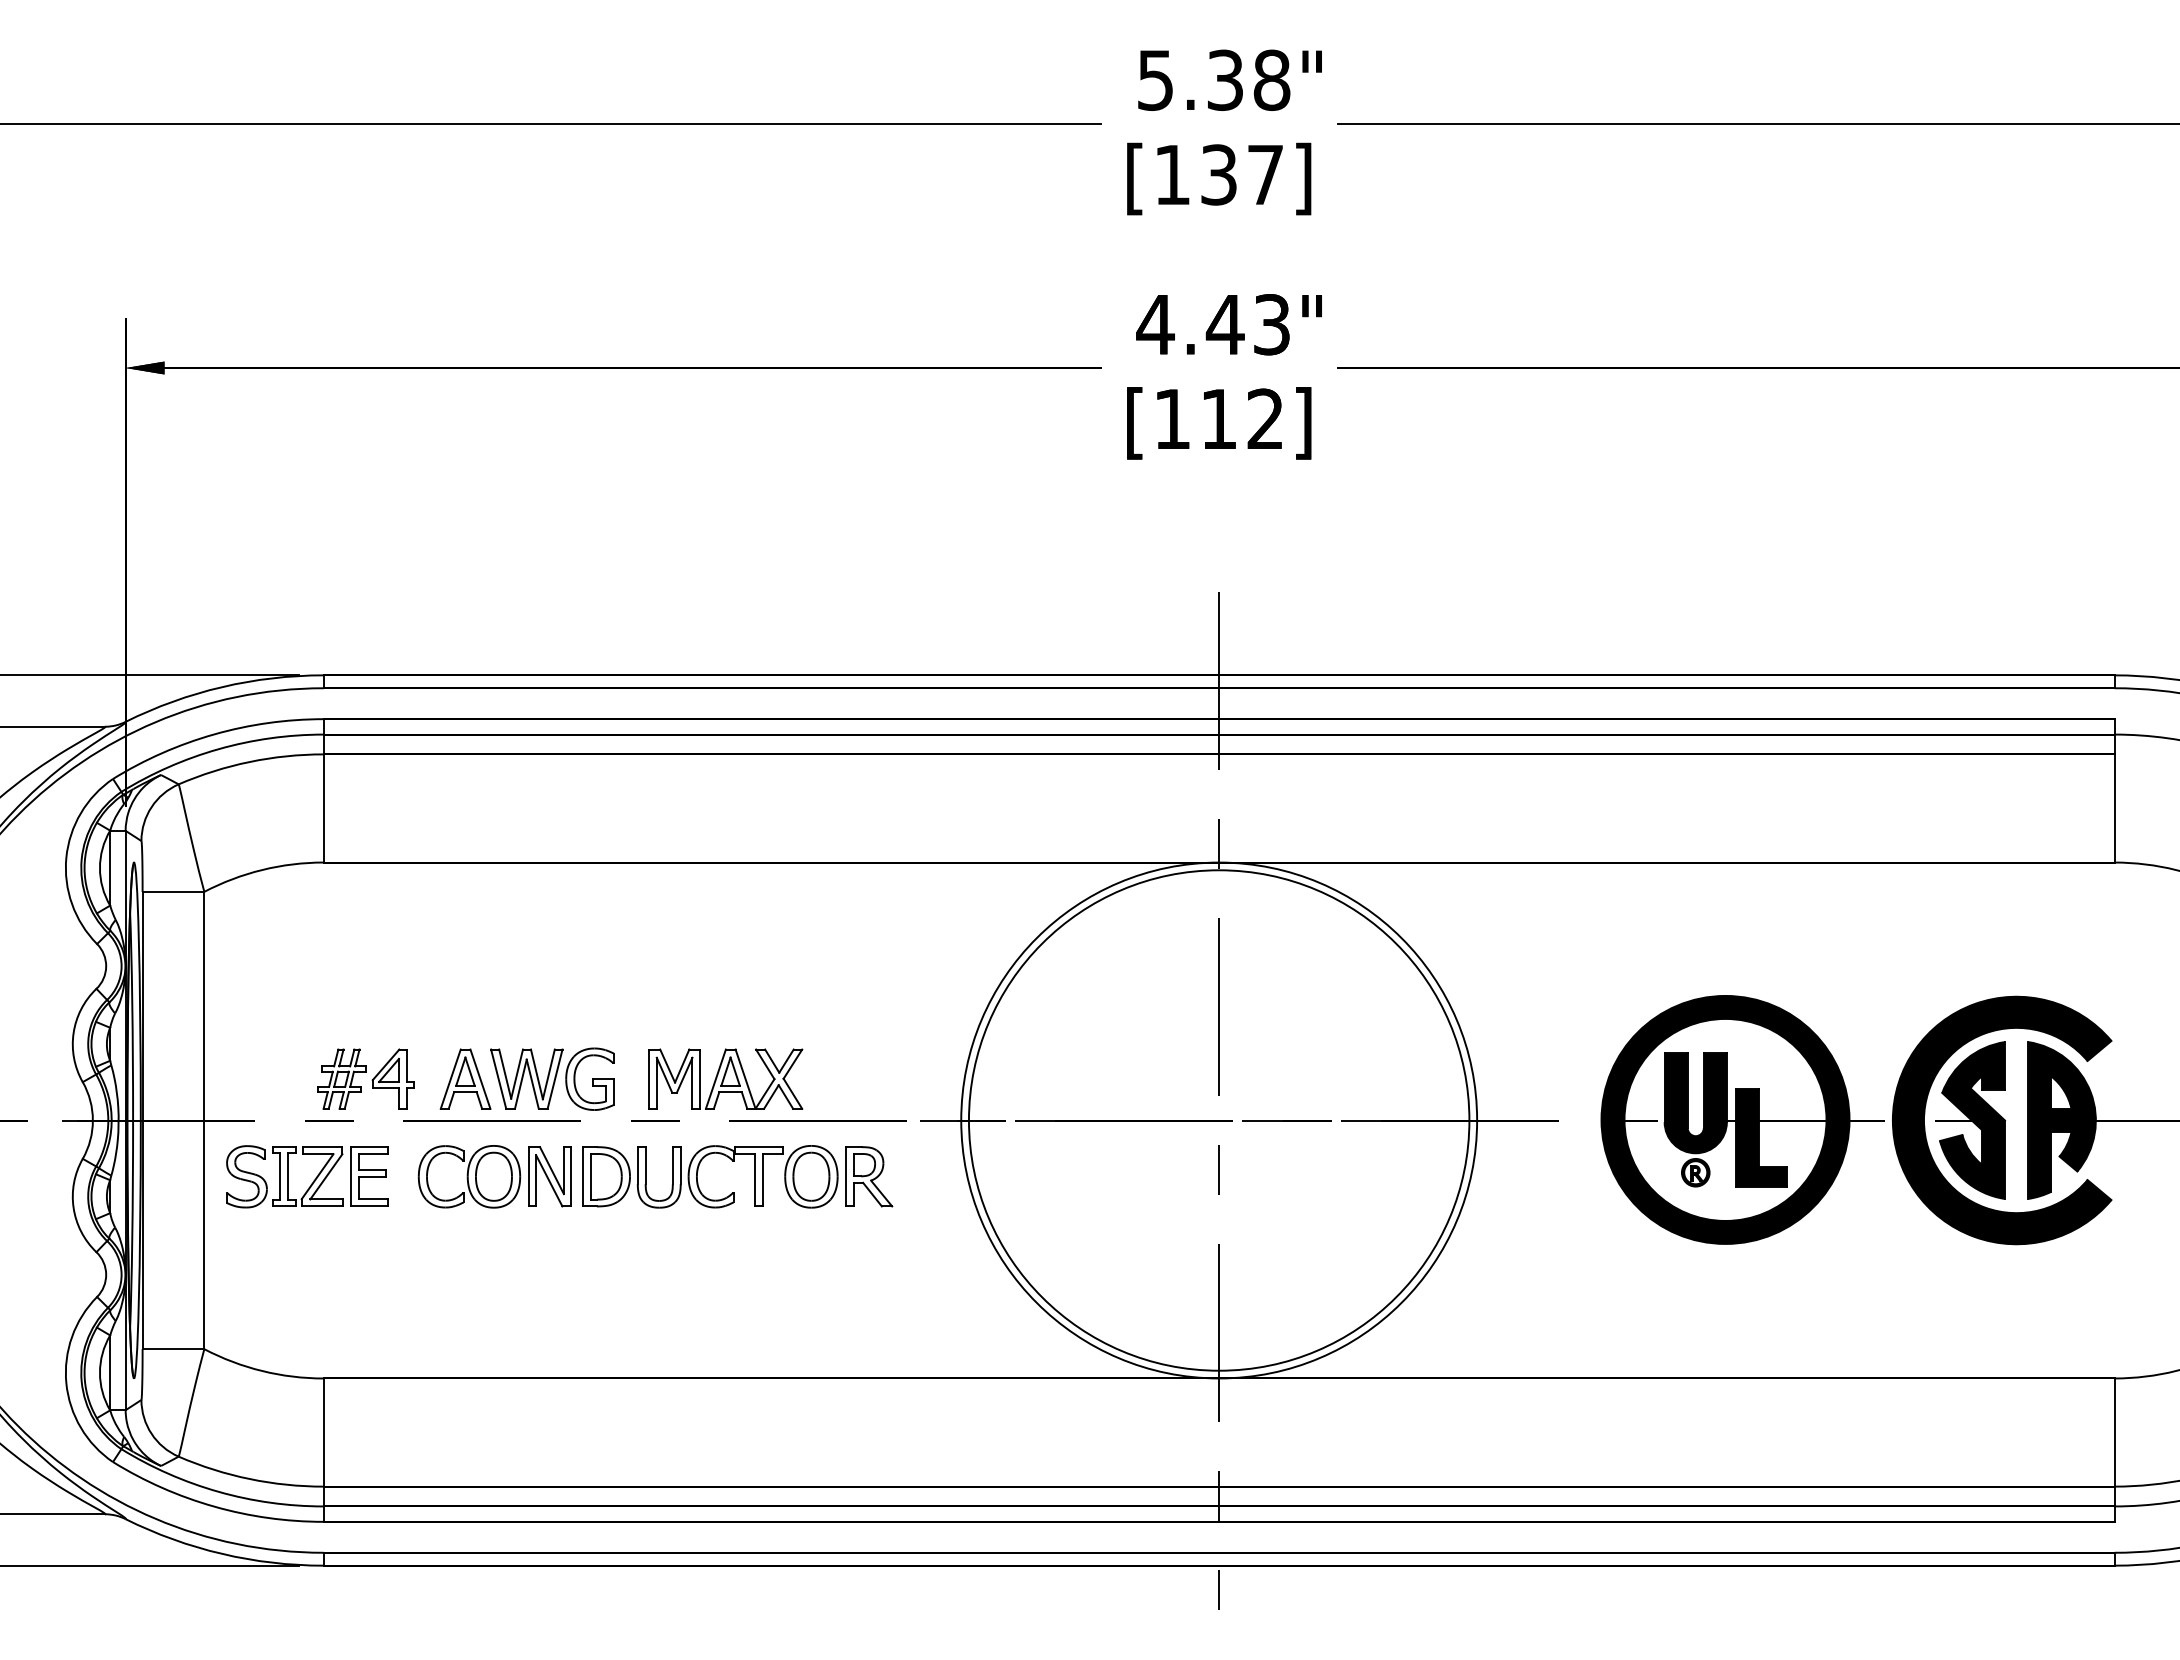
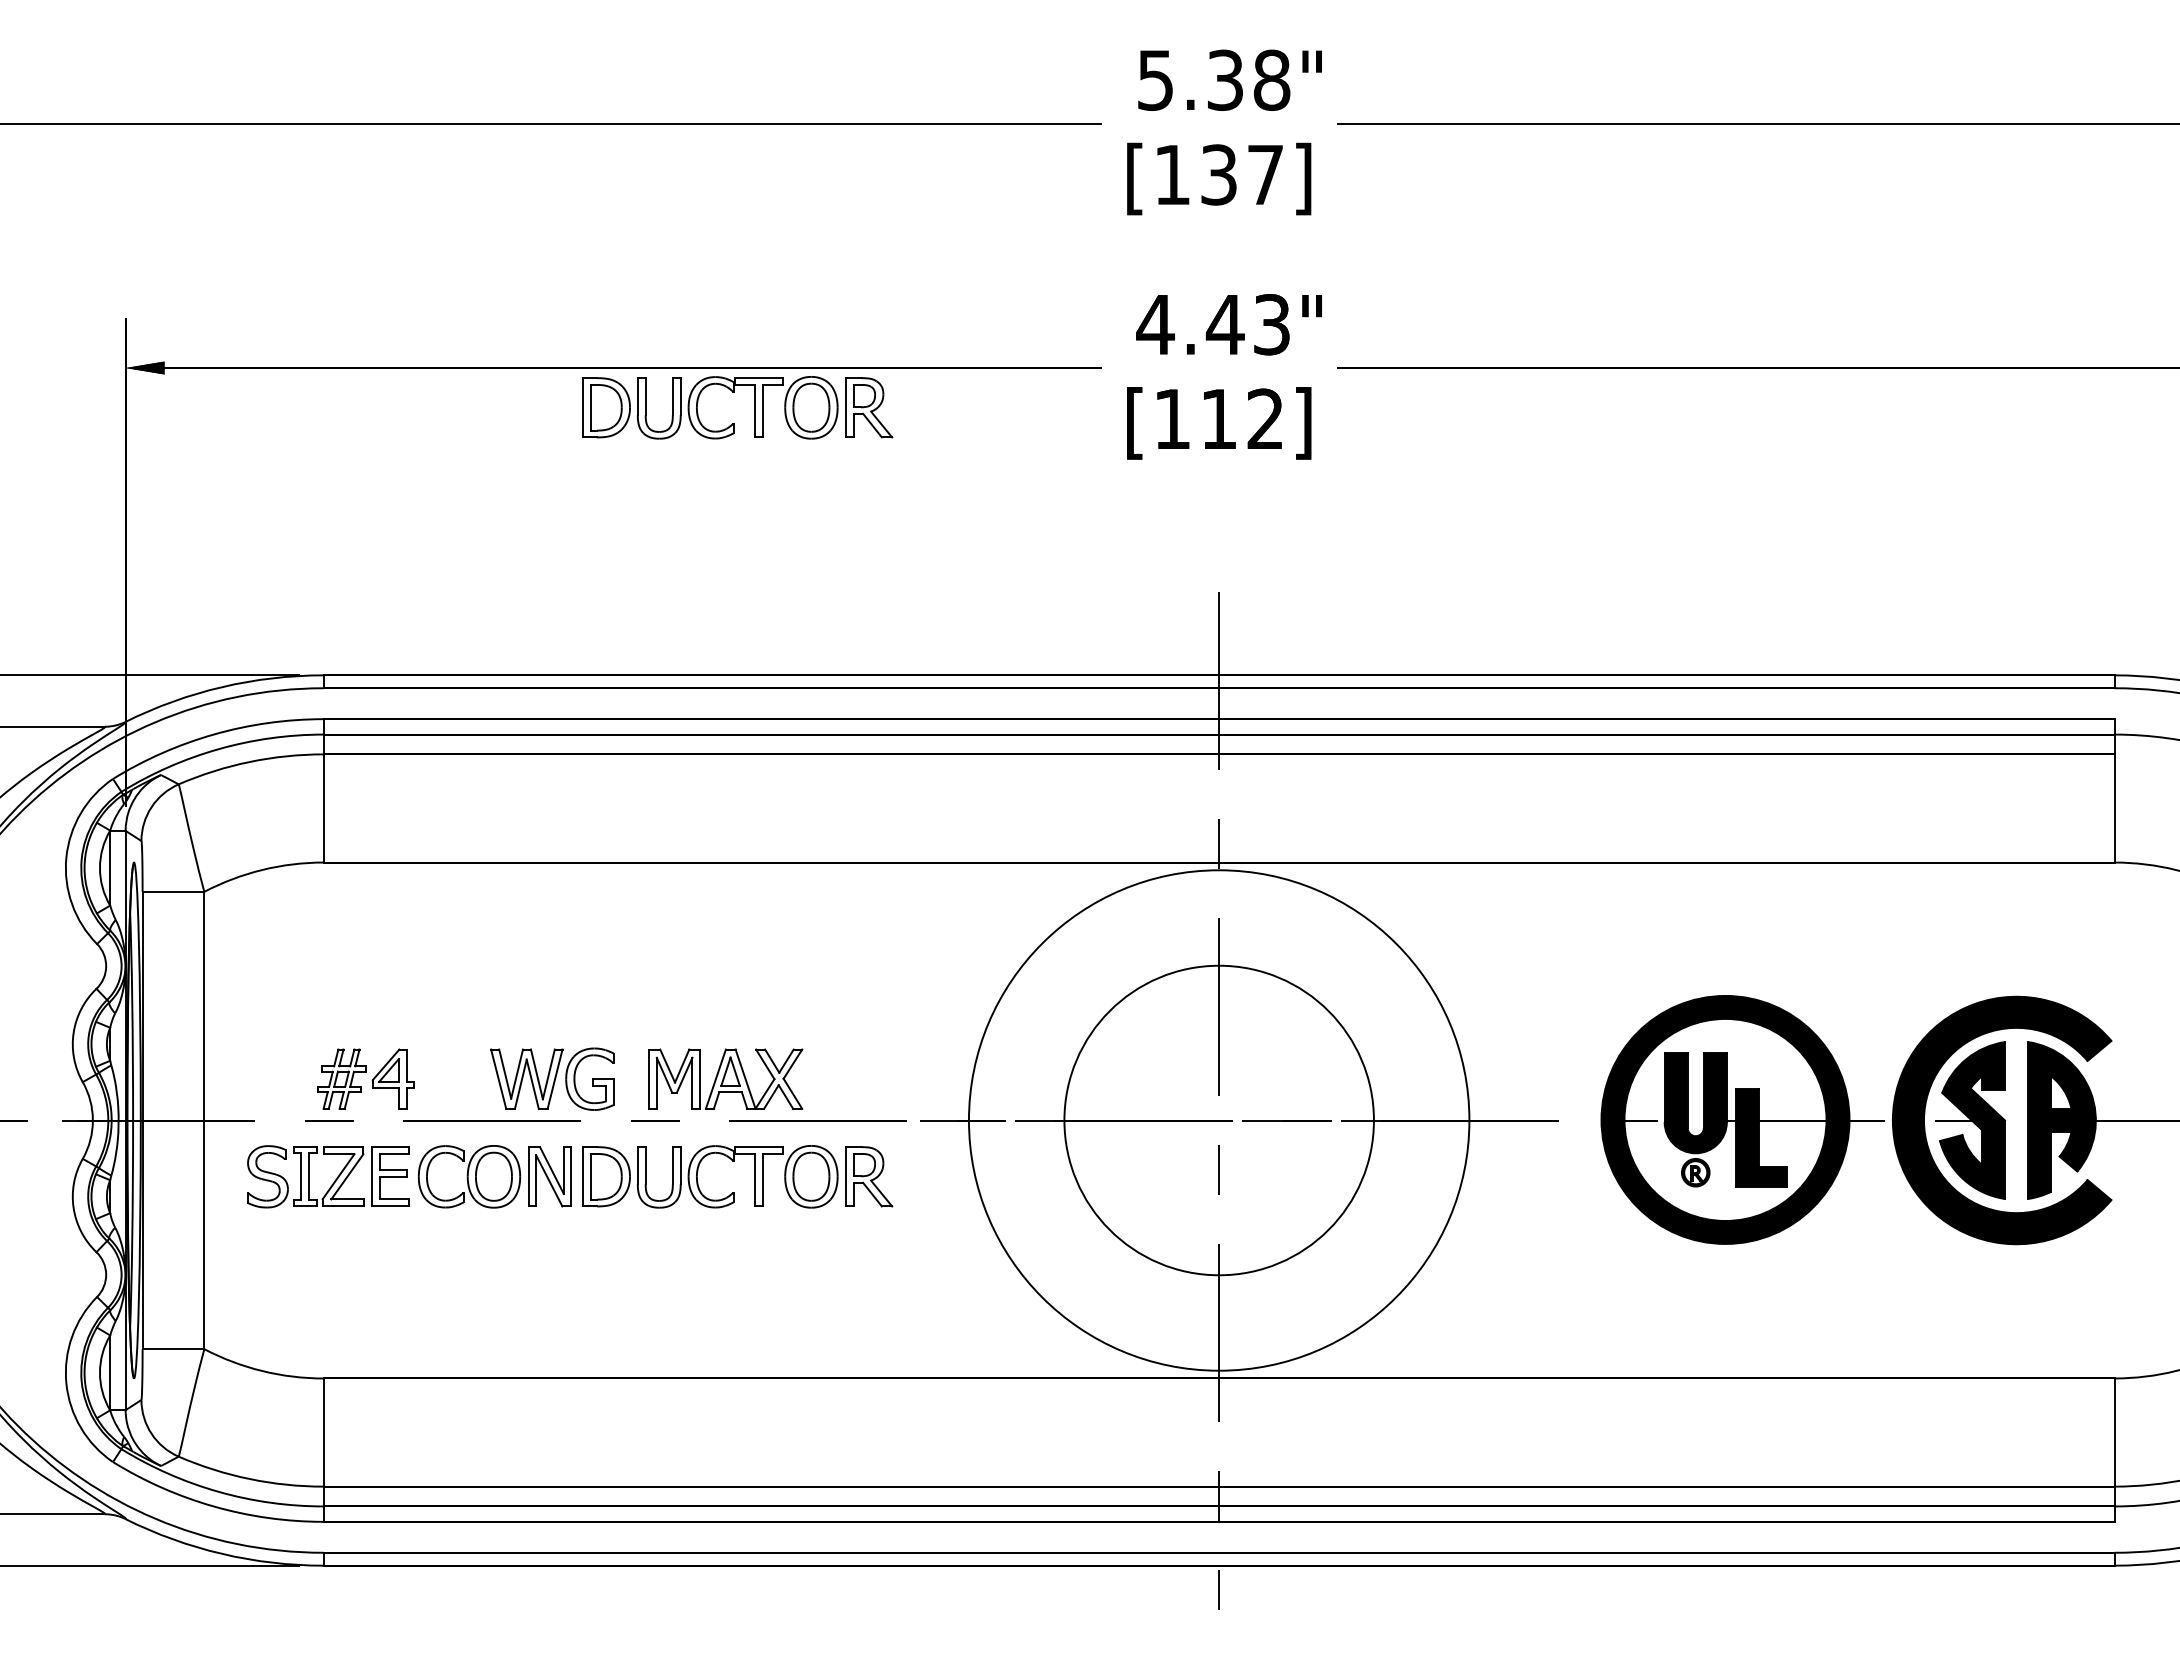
part at (734, 392): none -> present
part at (465, 1078): present -> none
circle at (1219, 1120) diameter: 516 px -> 310 px
part at (313, 1180) position: (313, 1180) -> (334, 1180)
